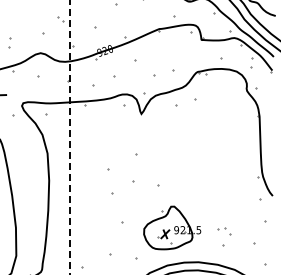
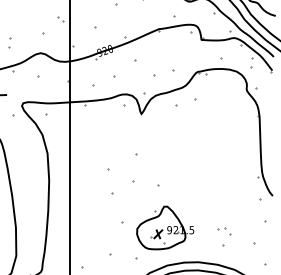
line at (70, 137): dashed -> solid
part at (172, 227) position: (172, 227) -> (165, 227)
